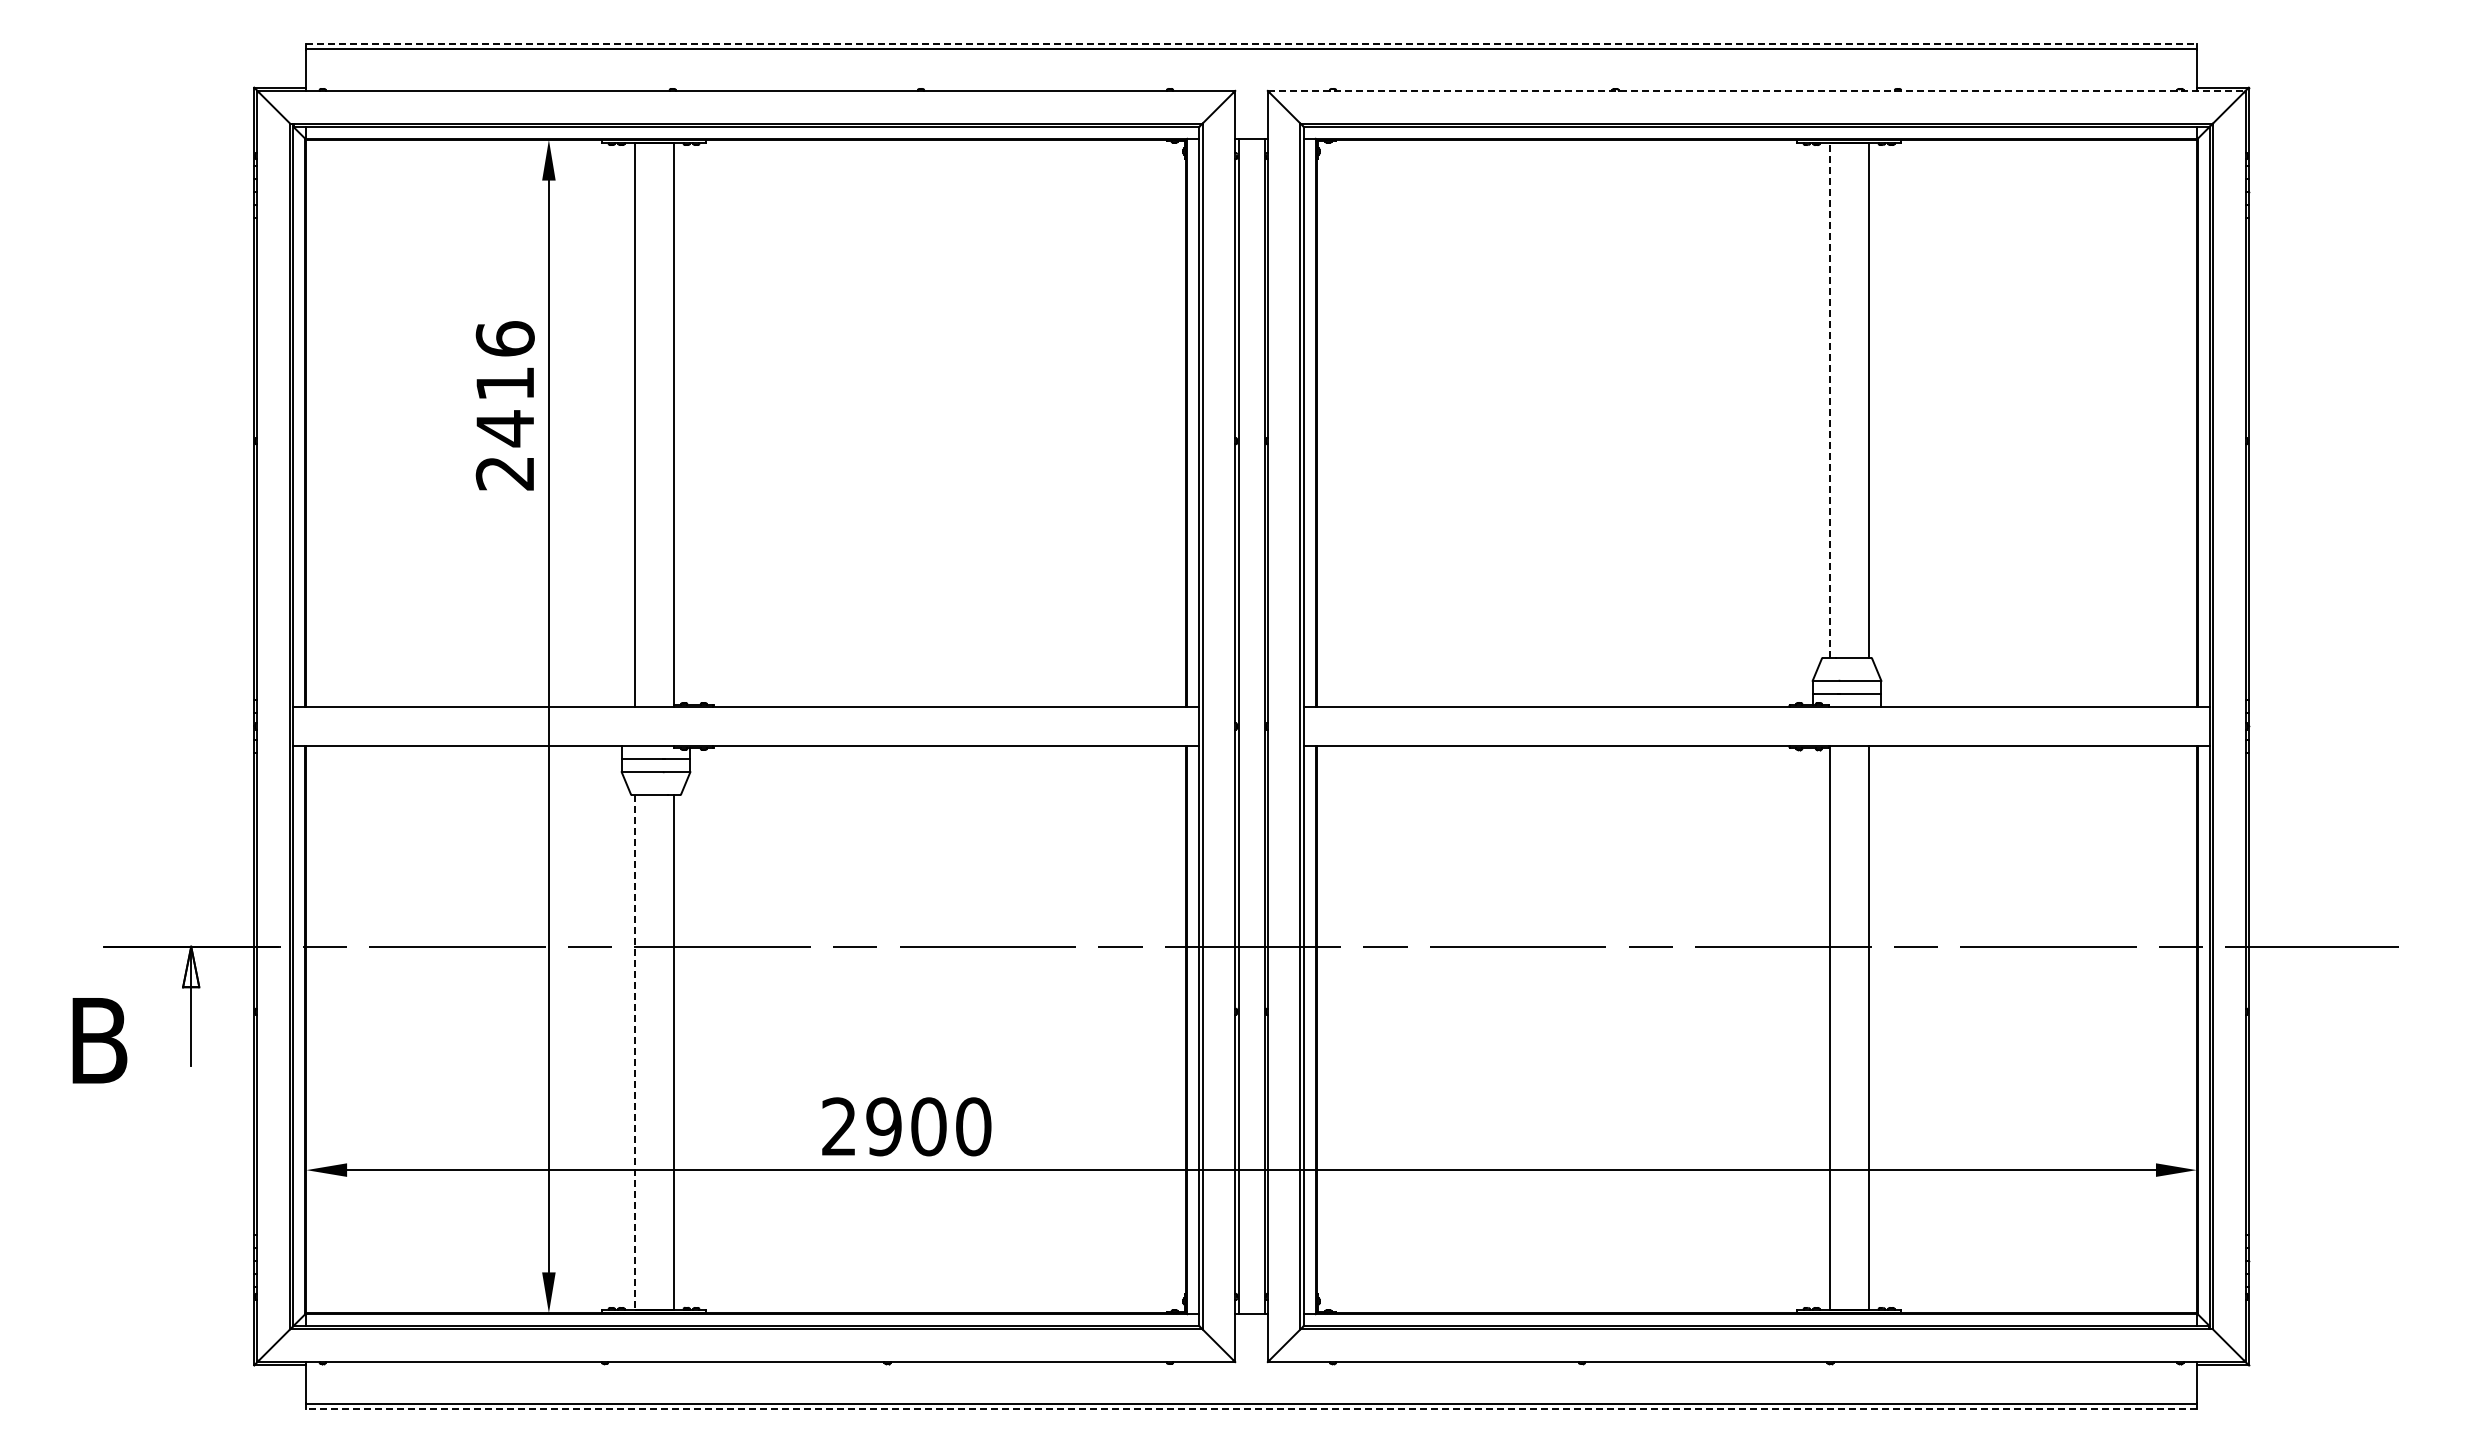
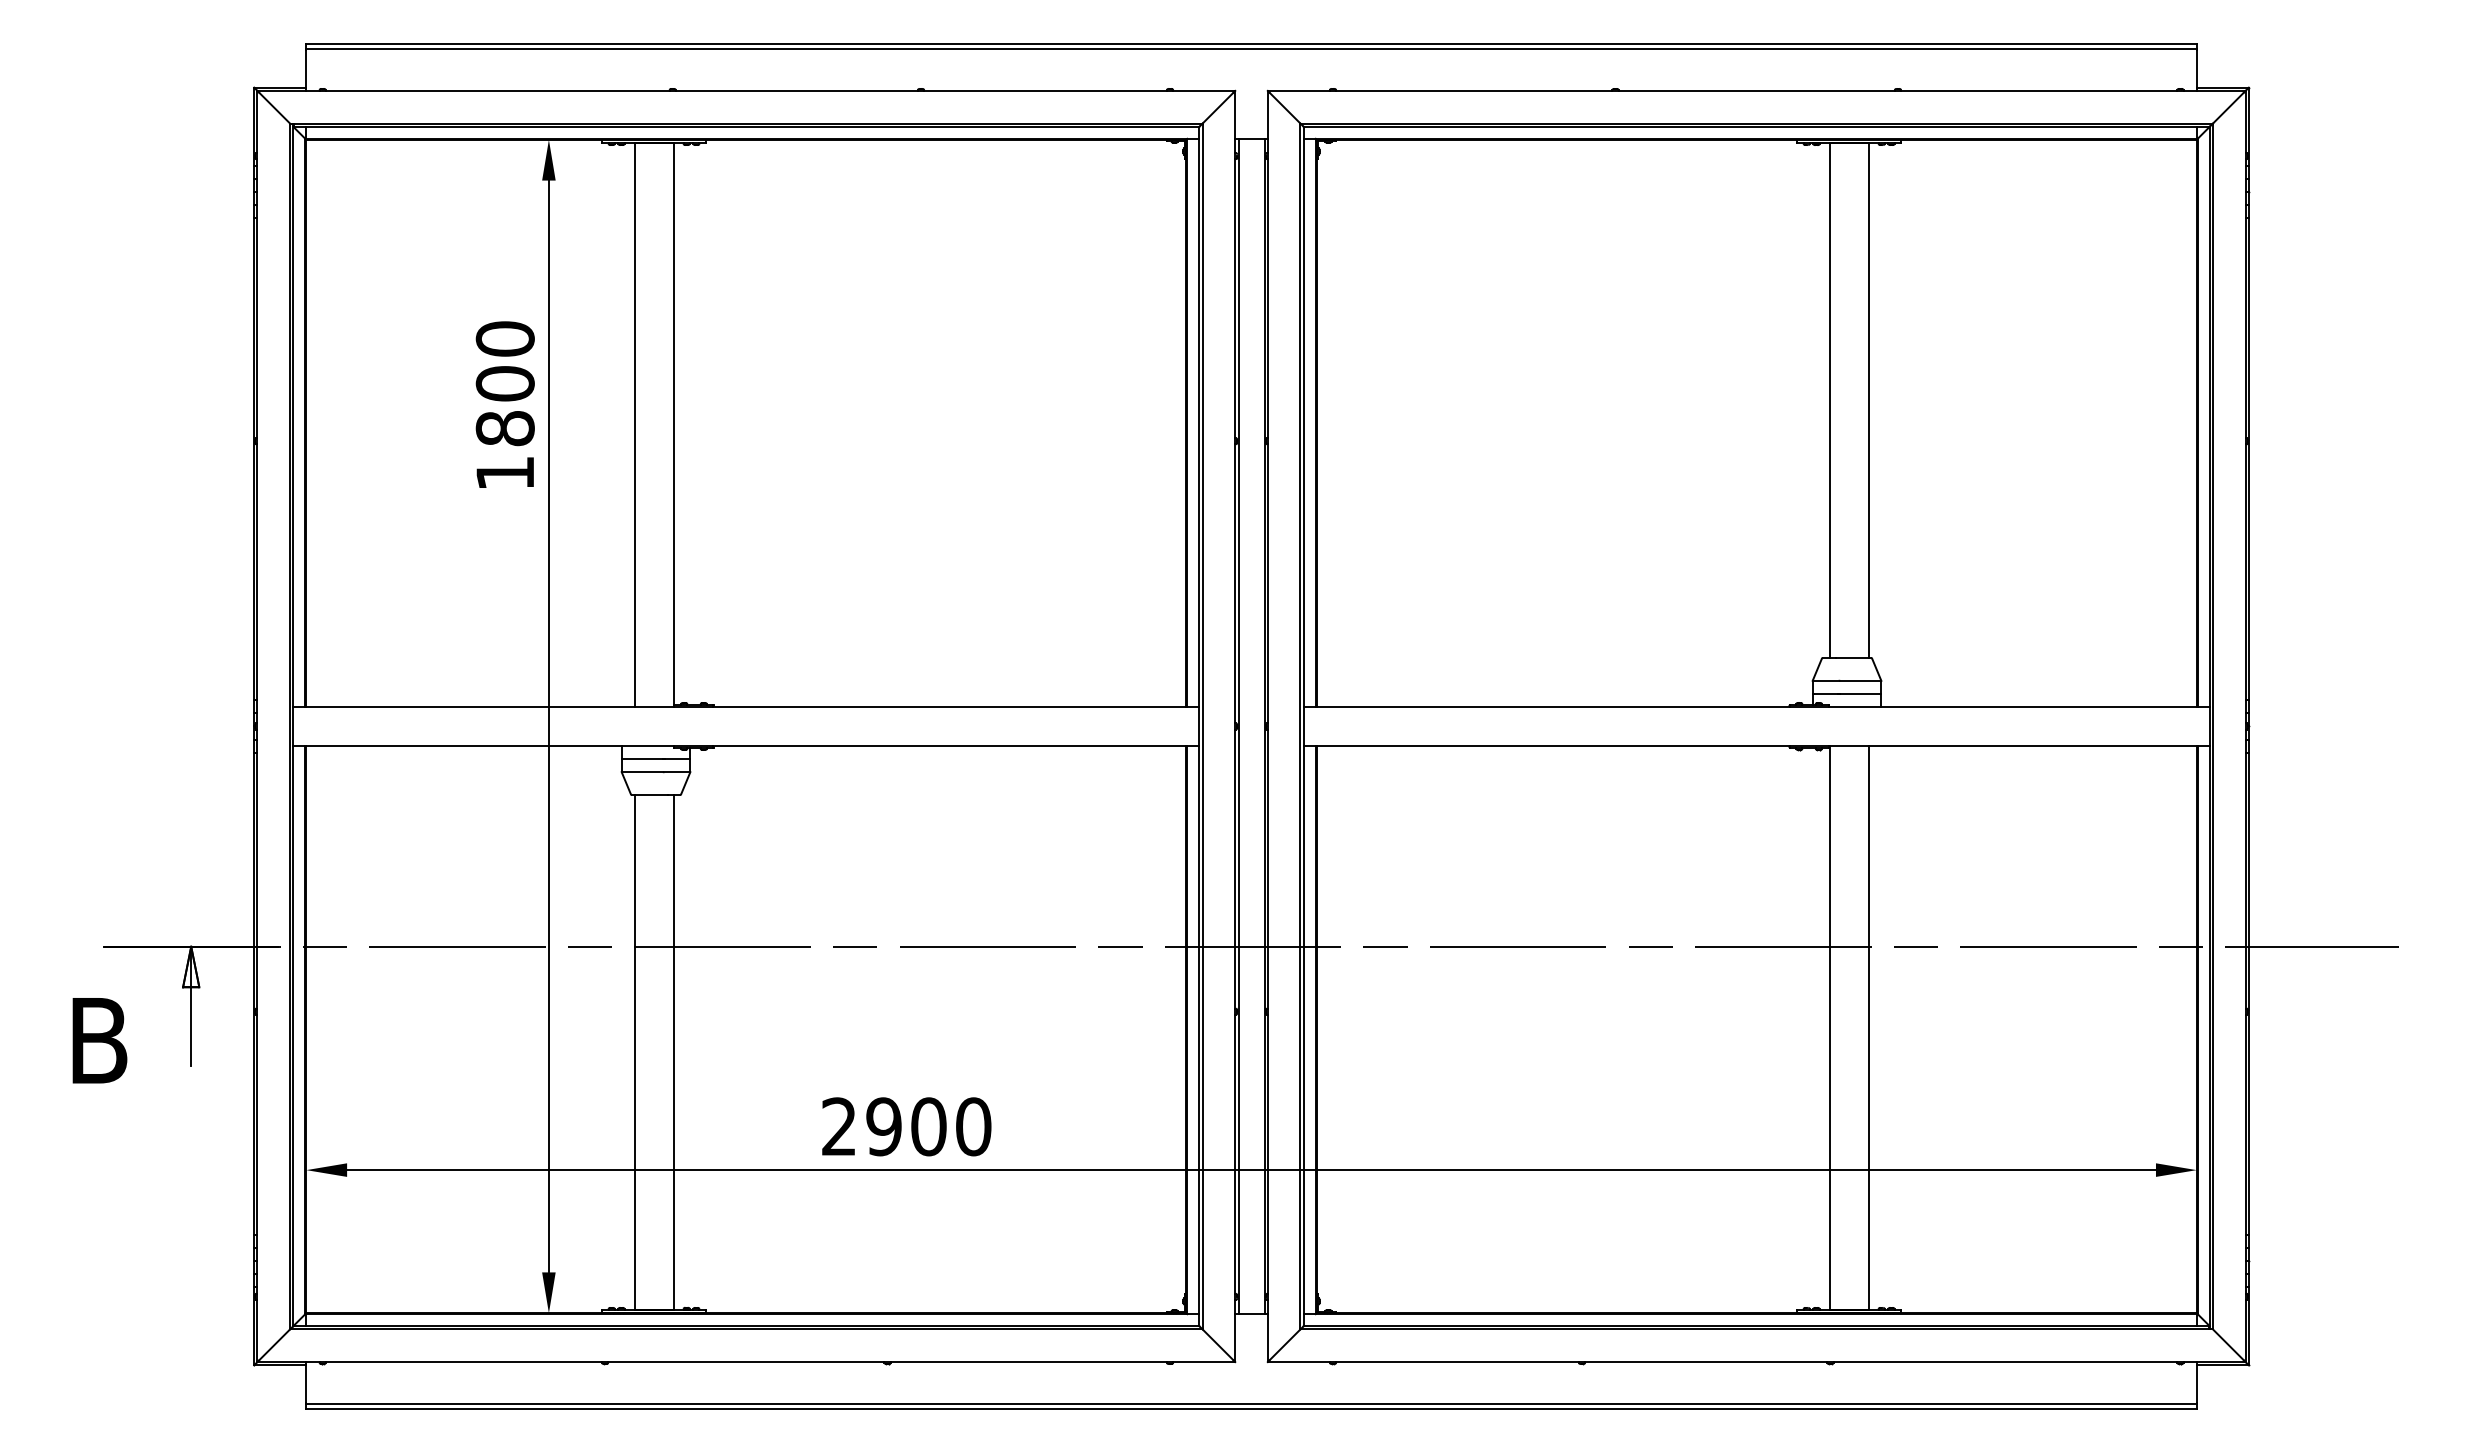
line at (1252, 43): dashed -> solid
line at (1756, 90): dashed -> solid
line at (1829, 400): dashed -> solid
text at (504, 405): 2416 -> 1800
line at (634, 1052): dashed -> solid
line at (1251, 1409): dashed -> solid
